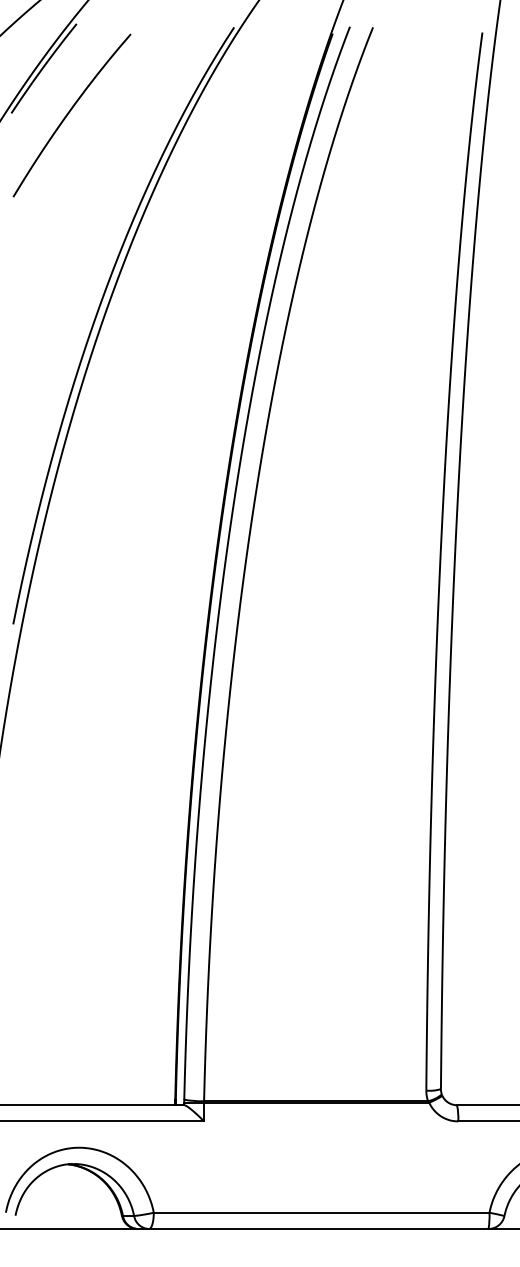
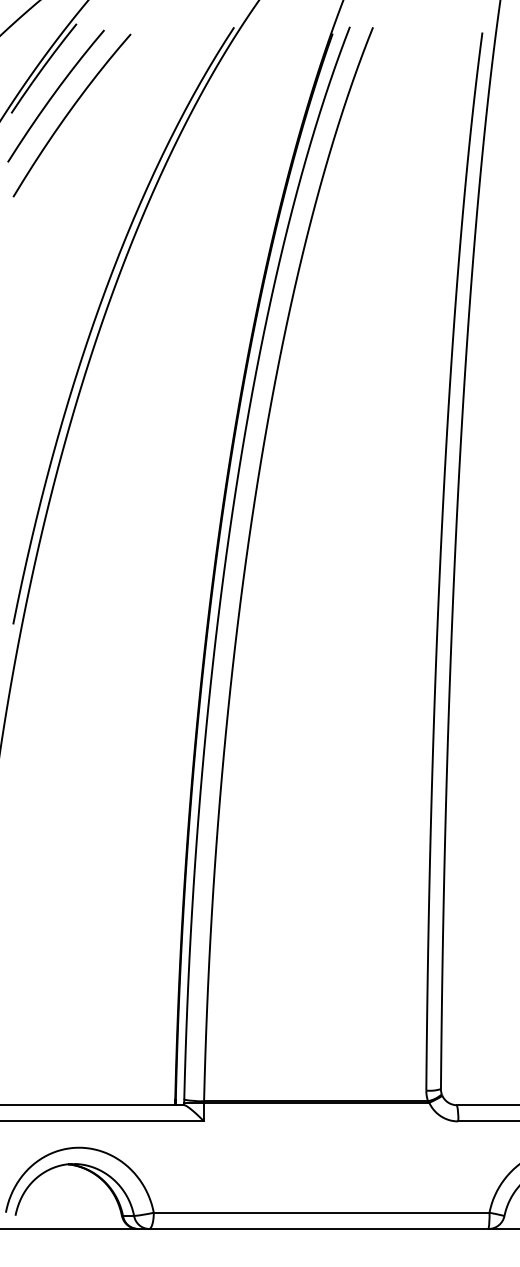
curve at (54, 95): none -> present
